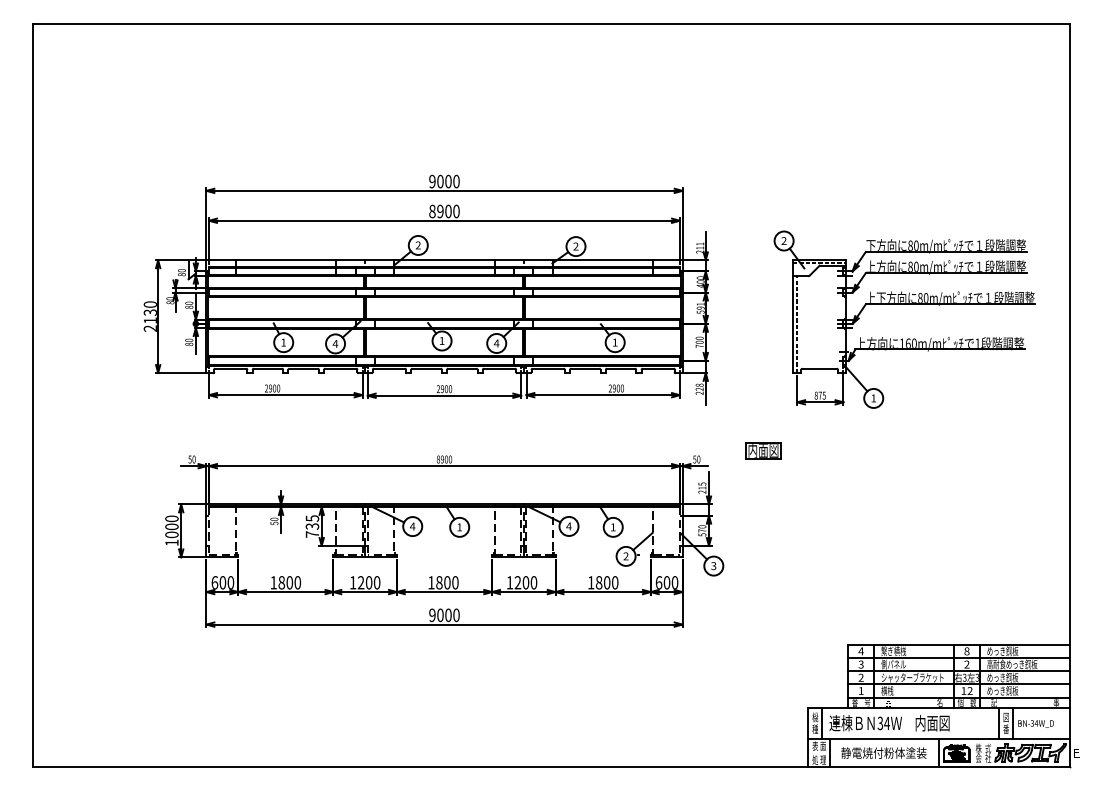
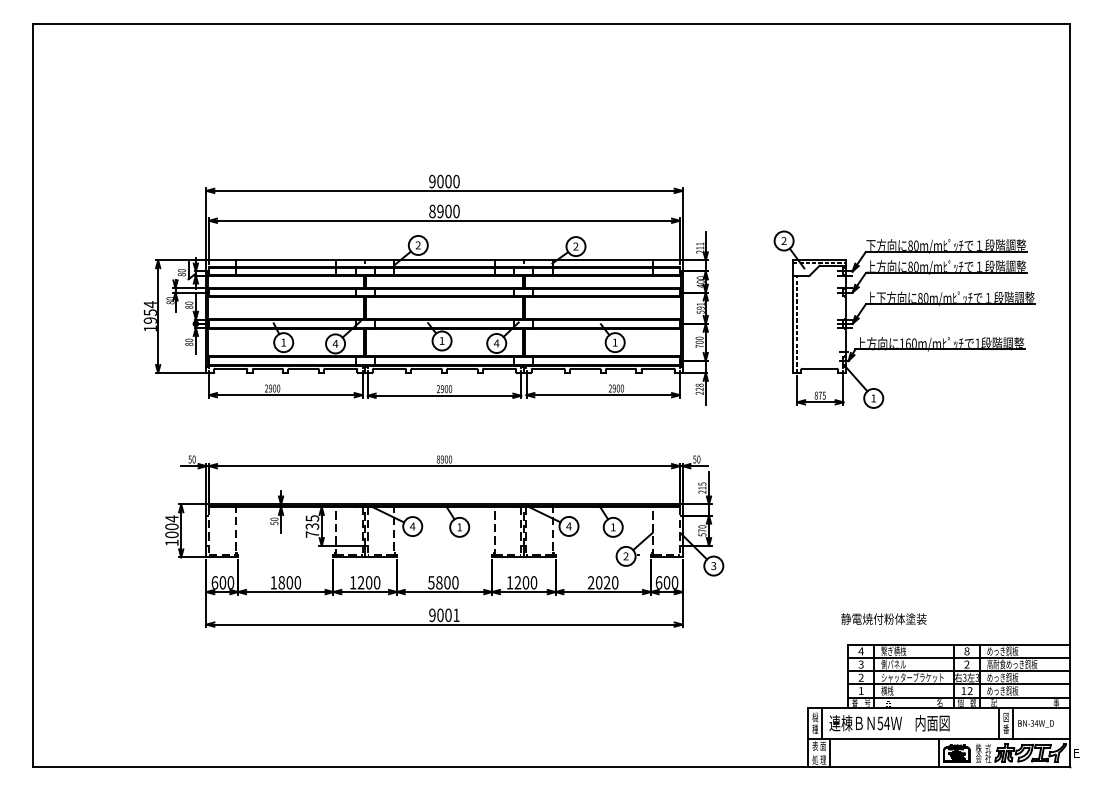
text at (149, 316): 2130 -> 1954
part at (763, 450): present -> none
text at (171, 518): 1000 -> 1004
text at (431, 582): 1800 -> 5800
text at (598, 582): 1800 -> 2020
text at (456, 615): 9000 -> 9001
text at (880, 722): 34 -> 54
text at (883, 752) position: (883, 752) -> (883, 618)
